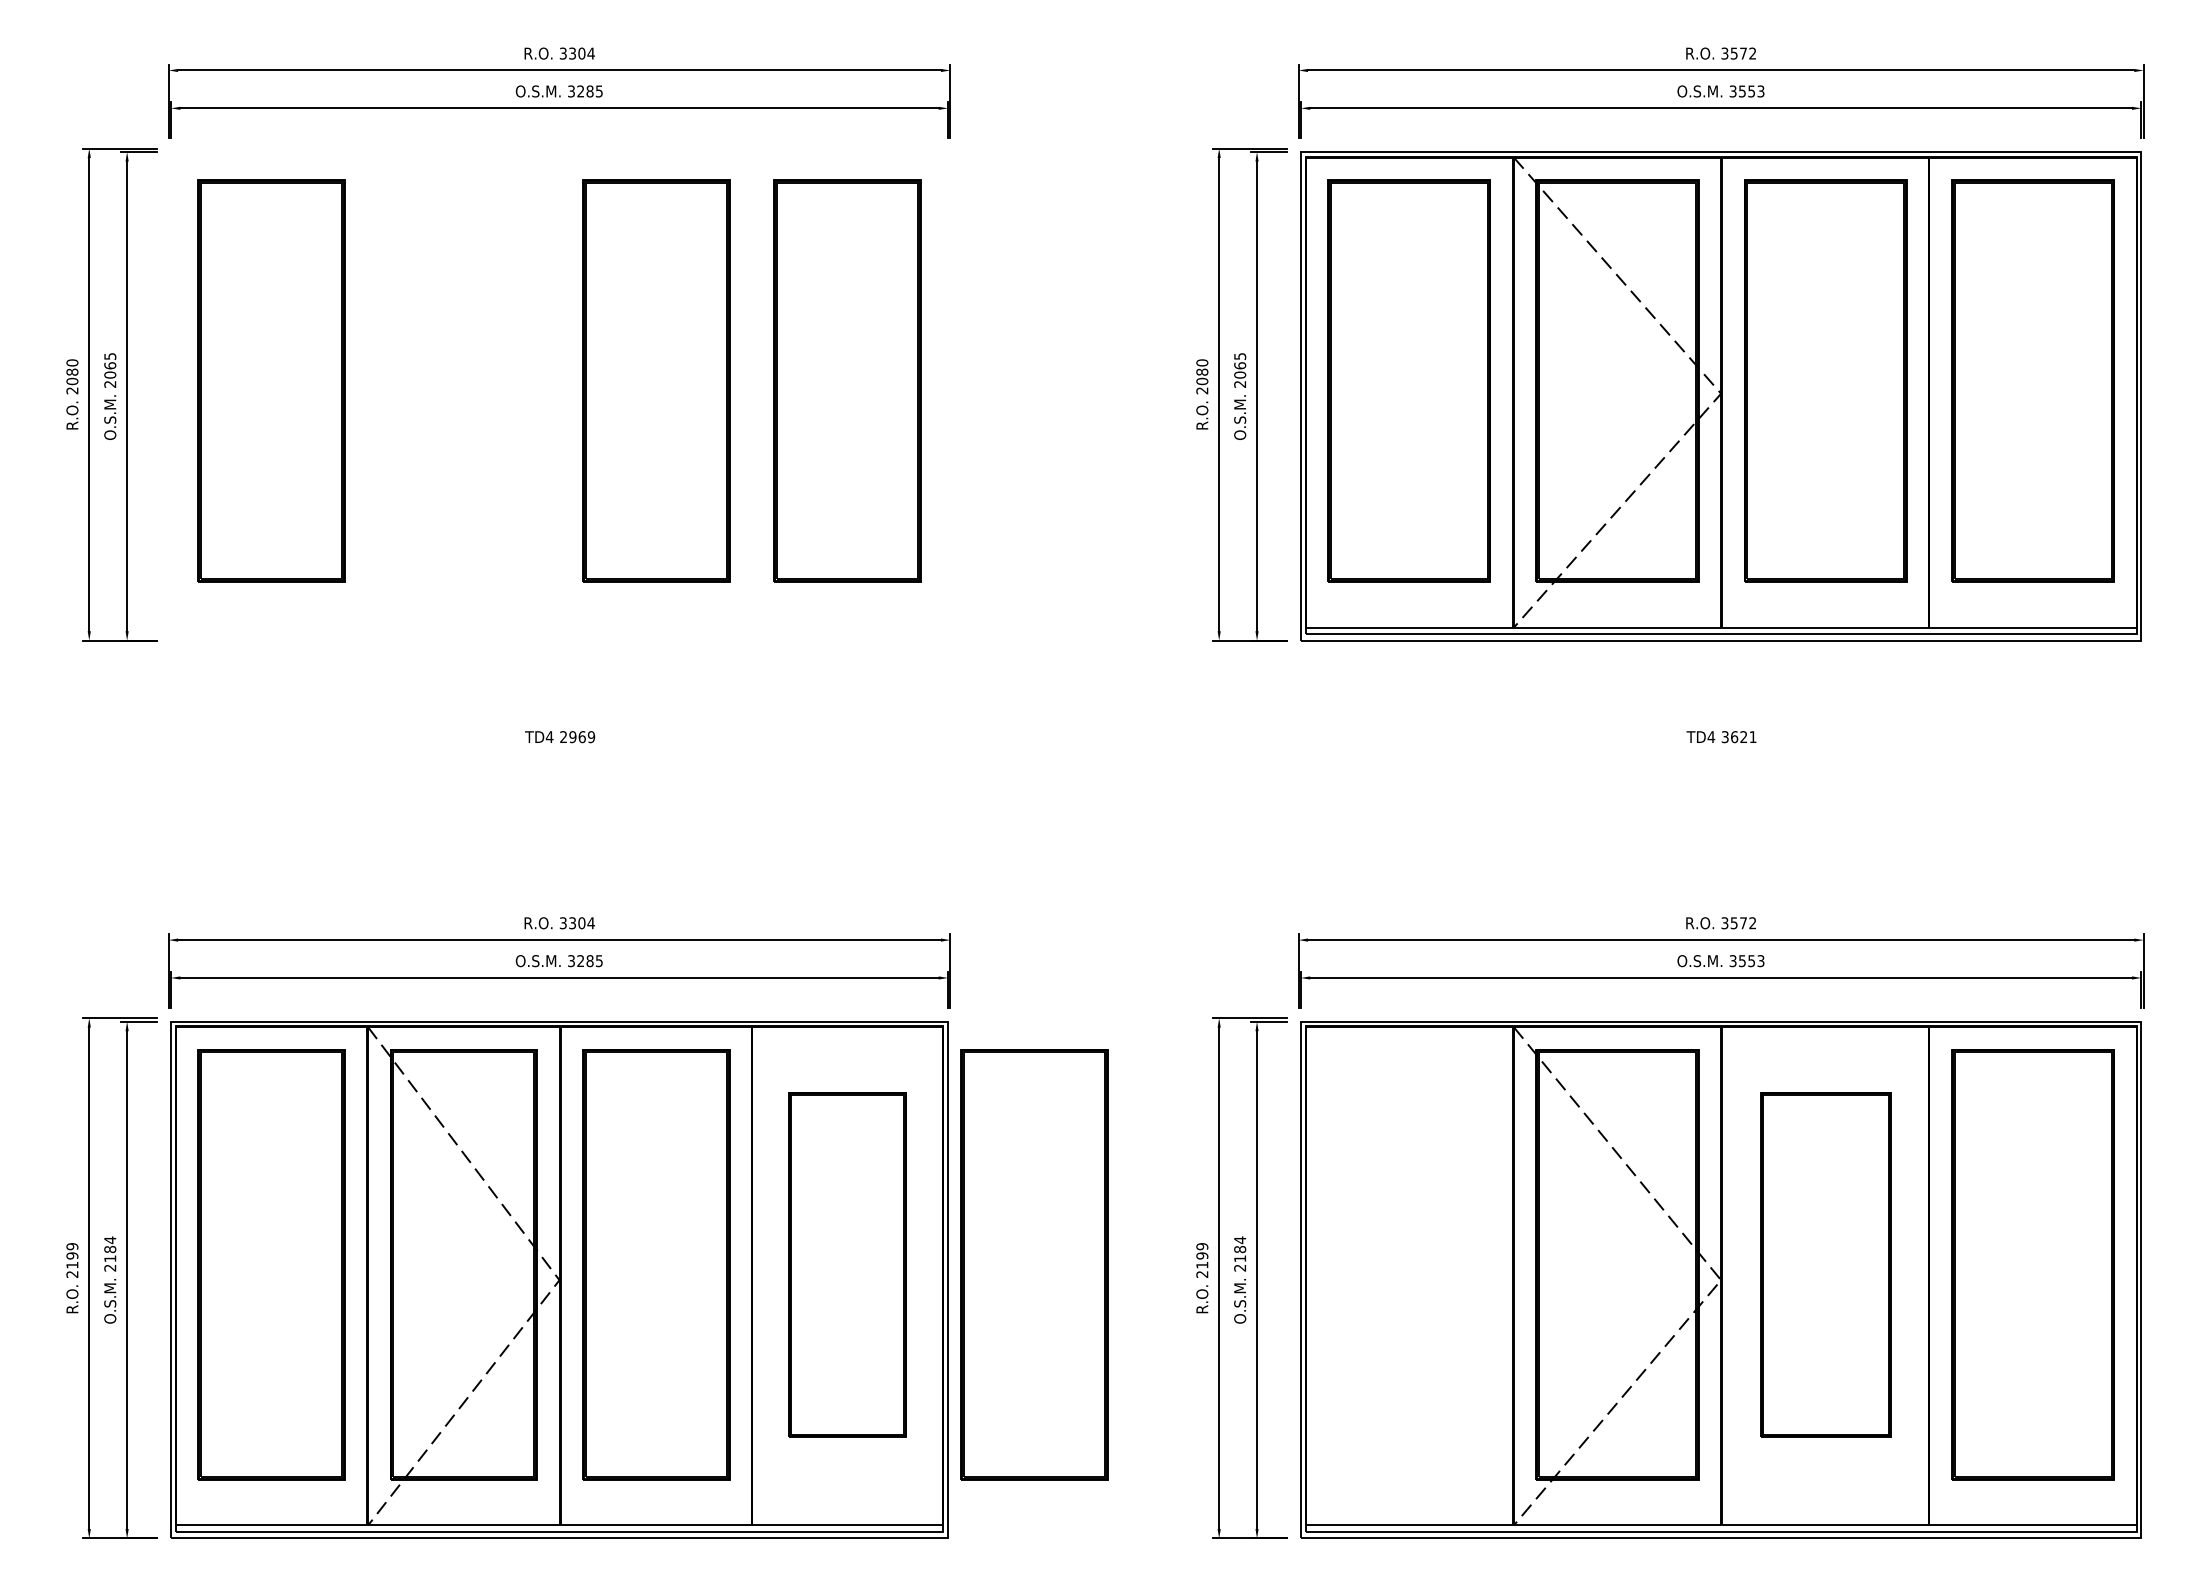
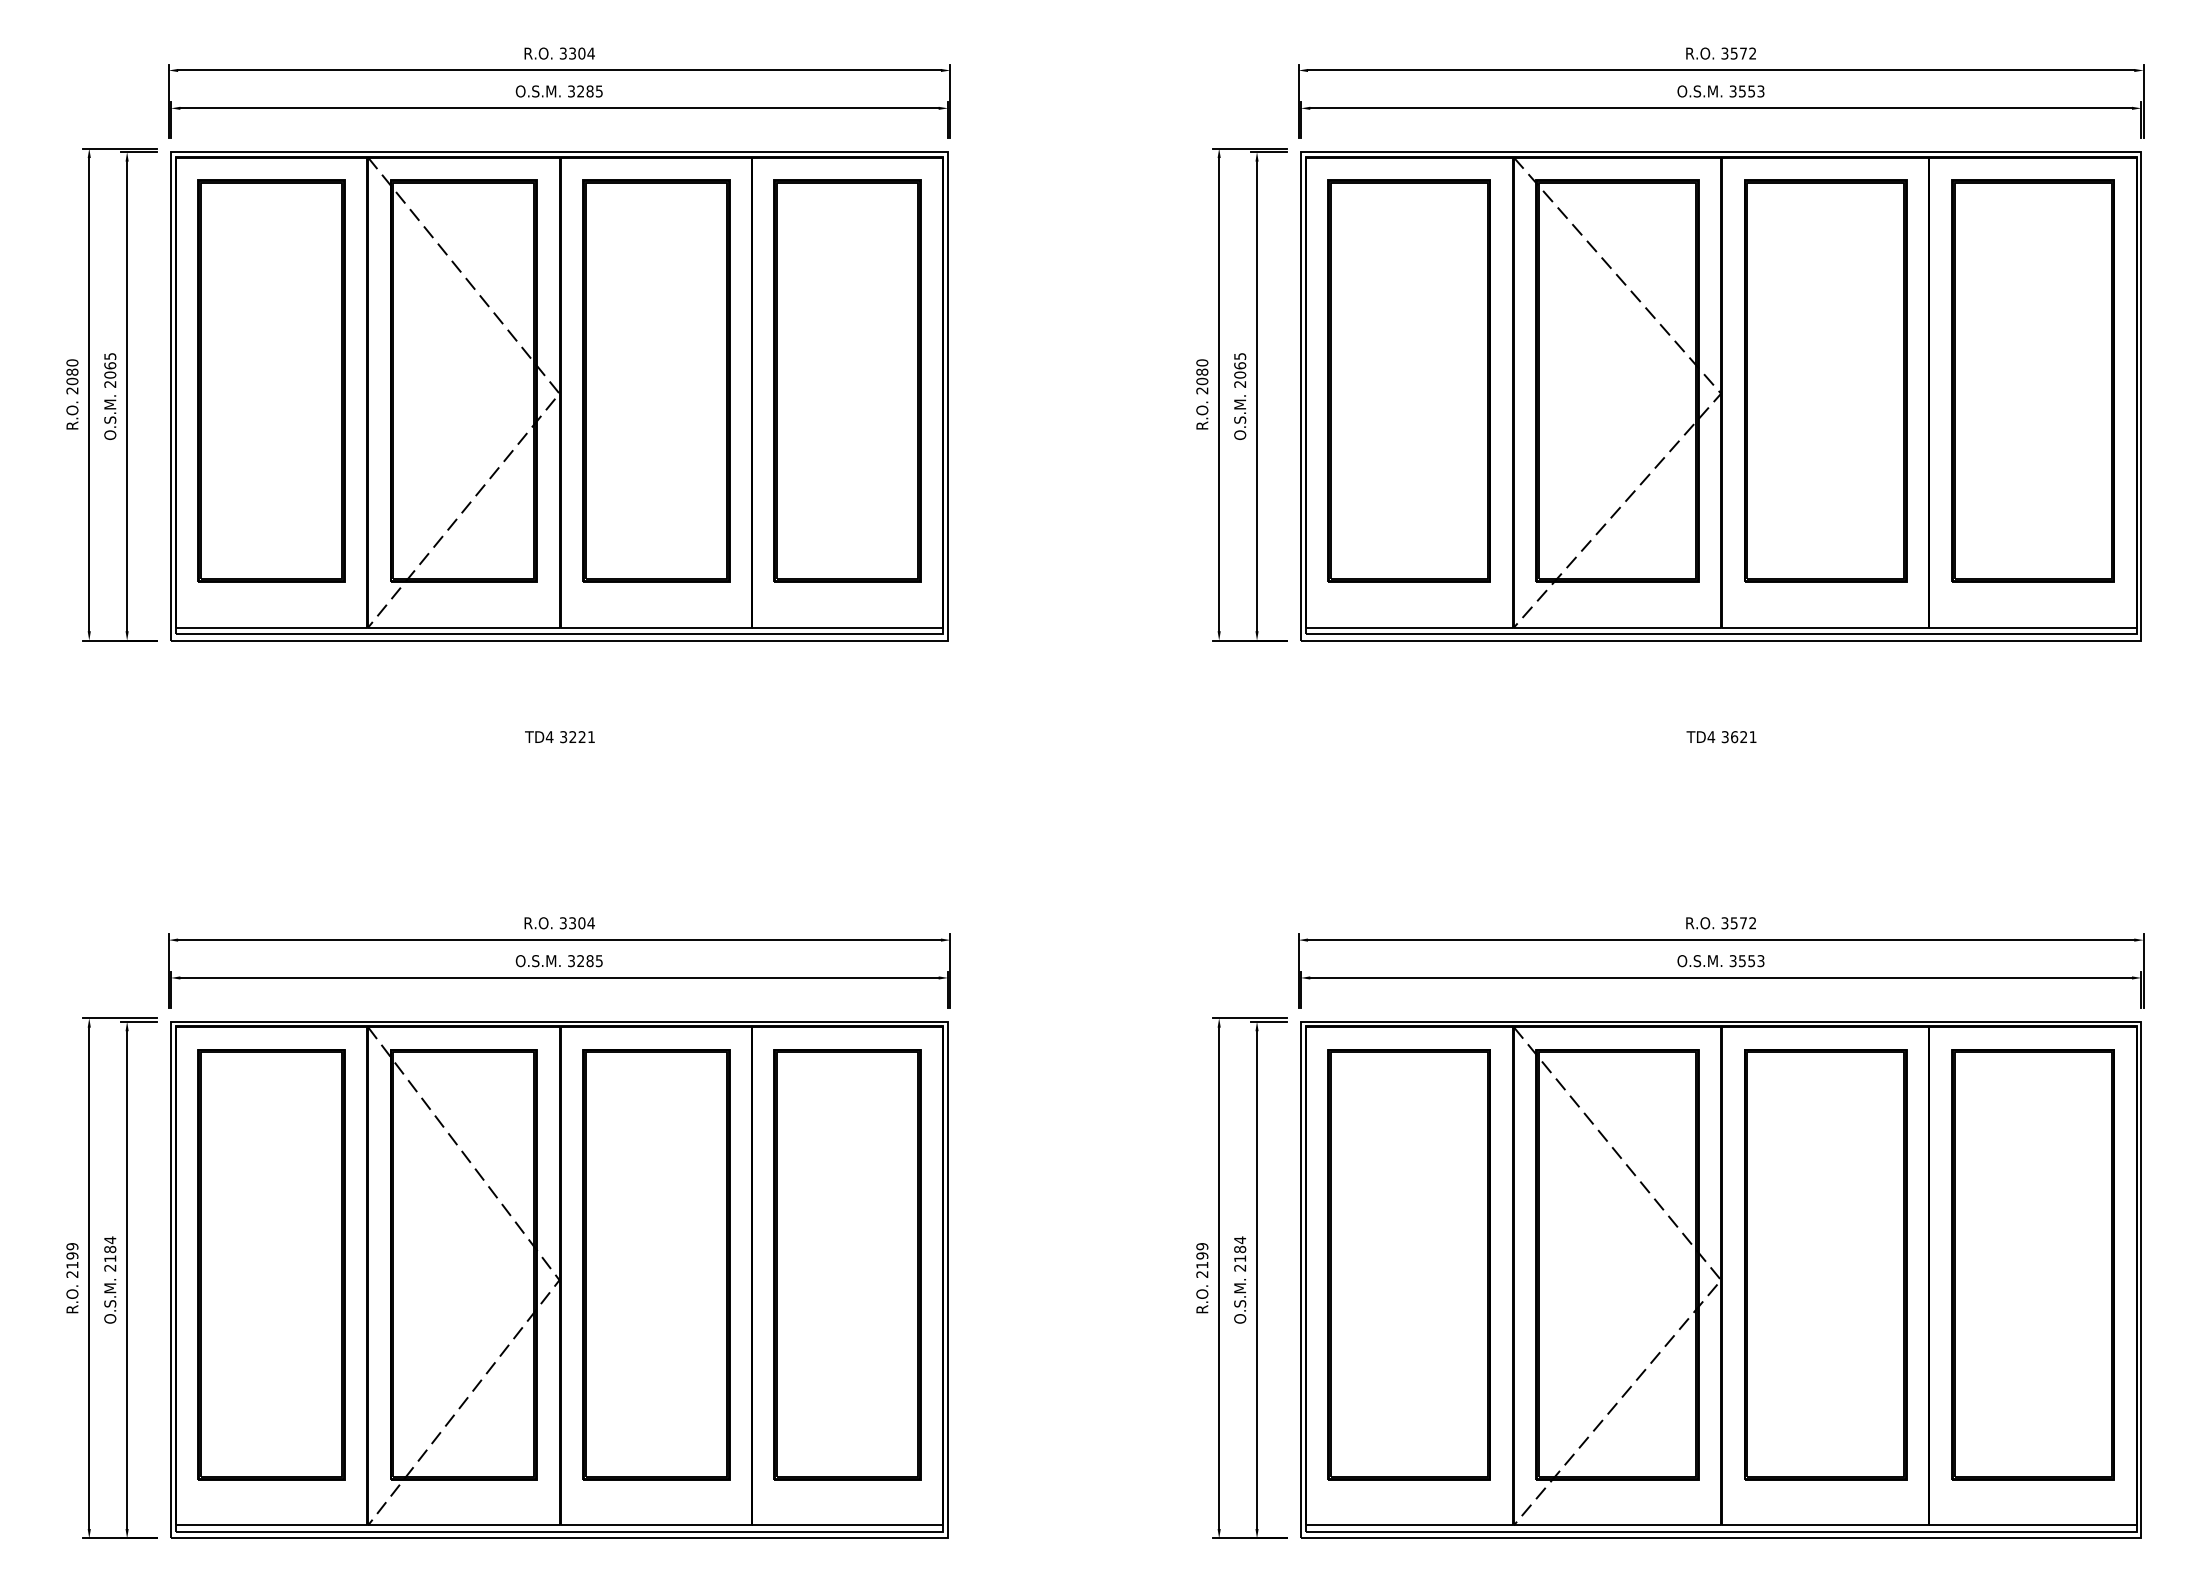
part at (559, 396): none -> present
text at (577, 737): 2969 -> 3221
part at (847, 1264) size: 119x346 px -> 149x432 px
part at (1034, 1264): present -> none
part at (1408, 1264): none -> present
part at (1825, 1264) size: 132x346 px -> 164x432 px
